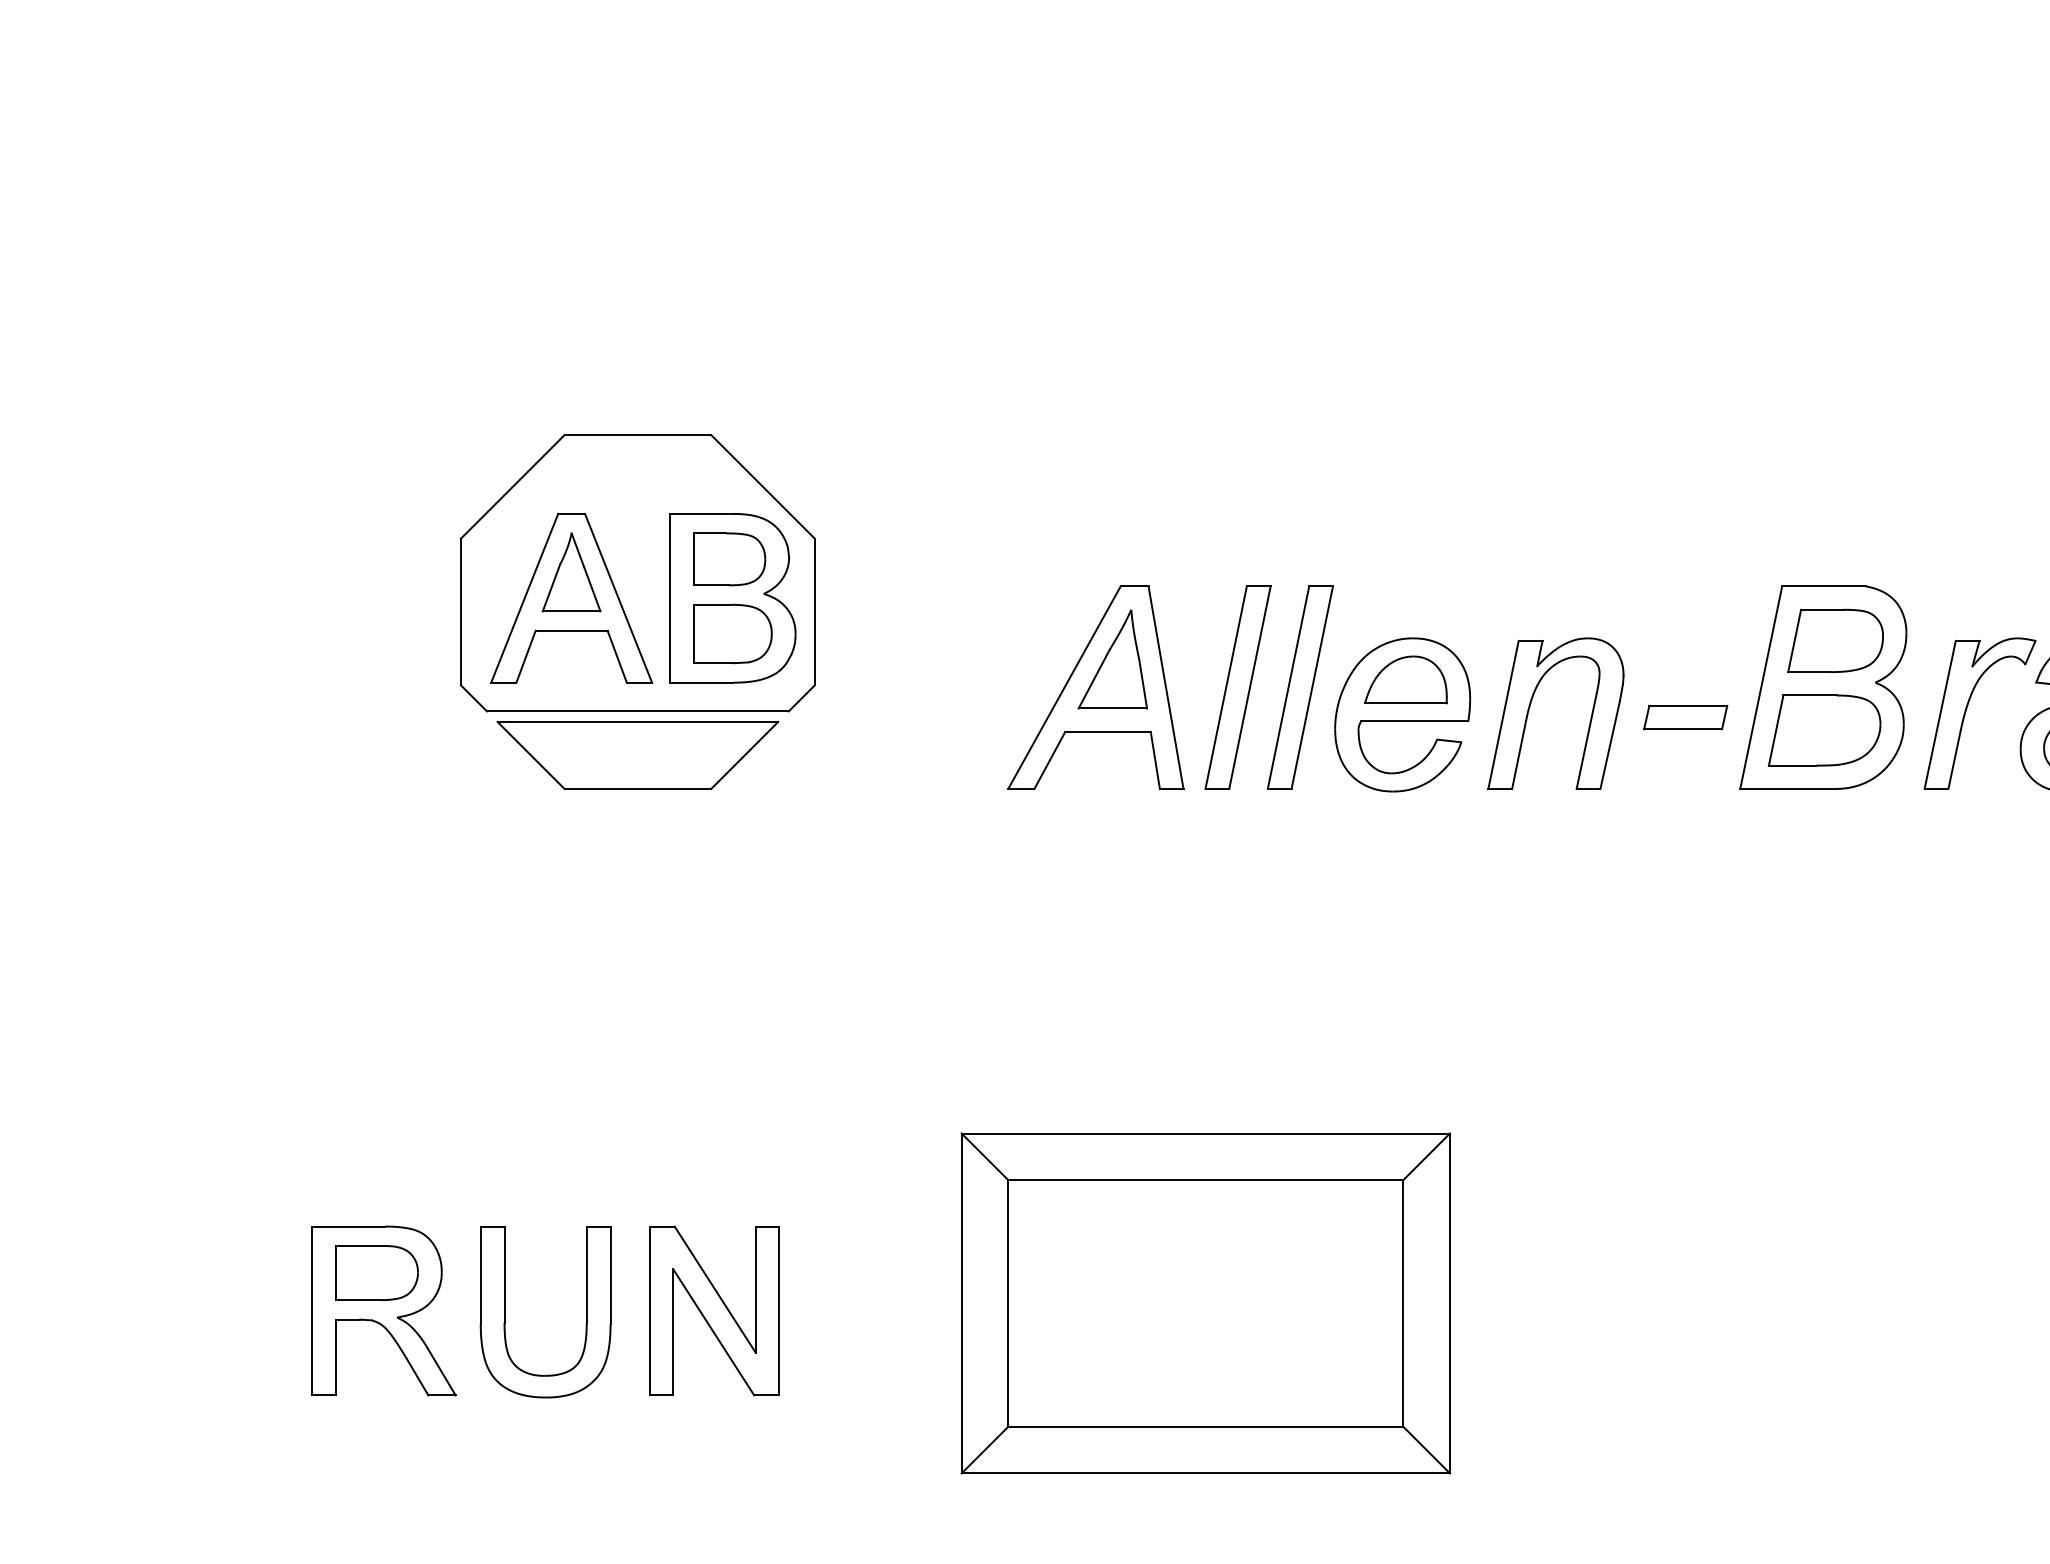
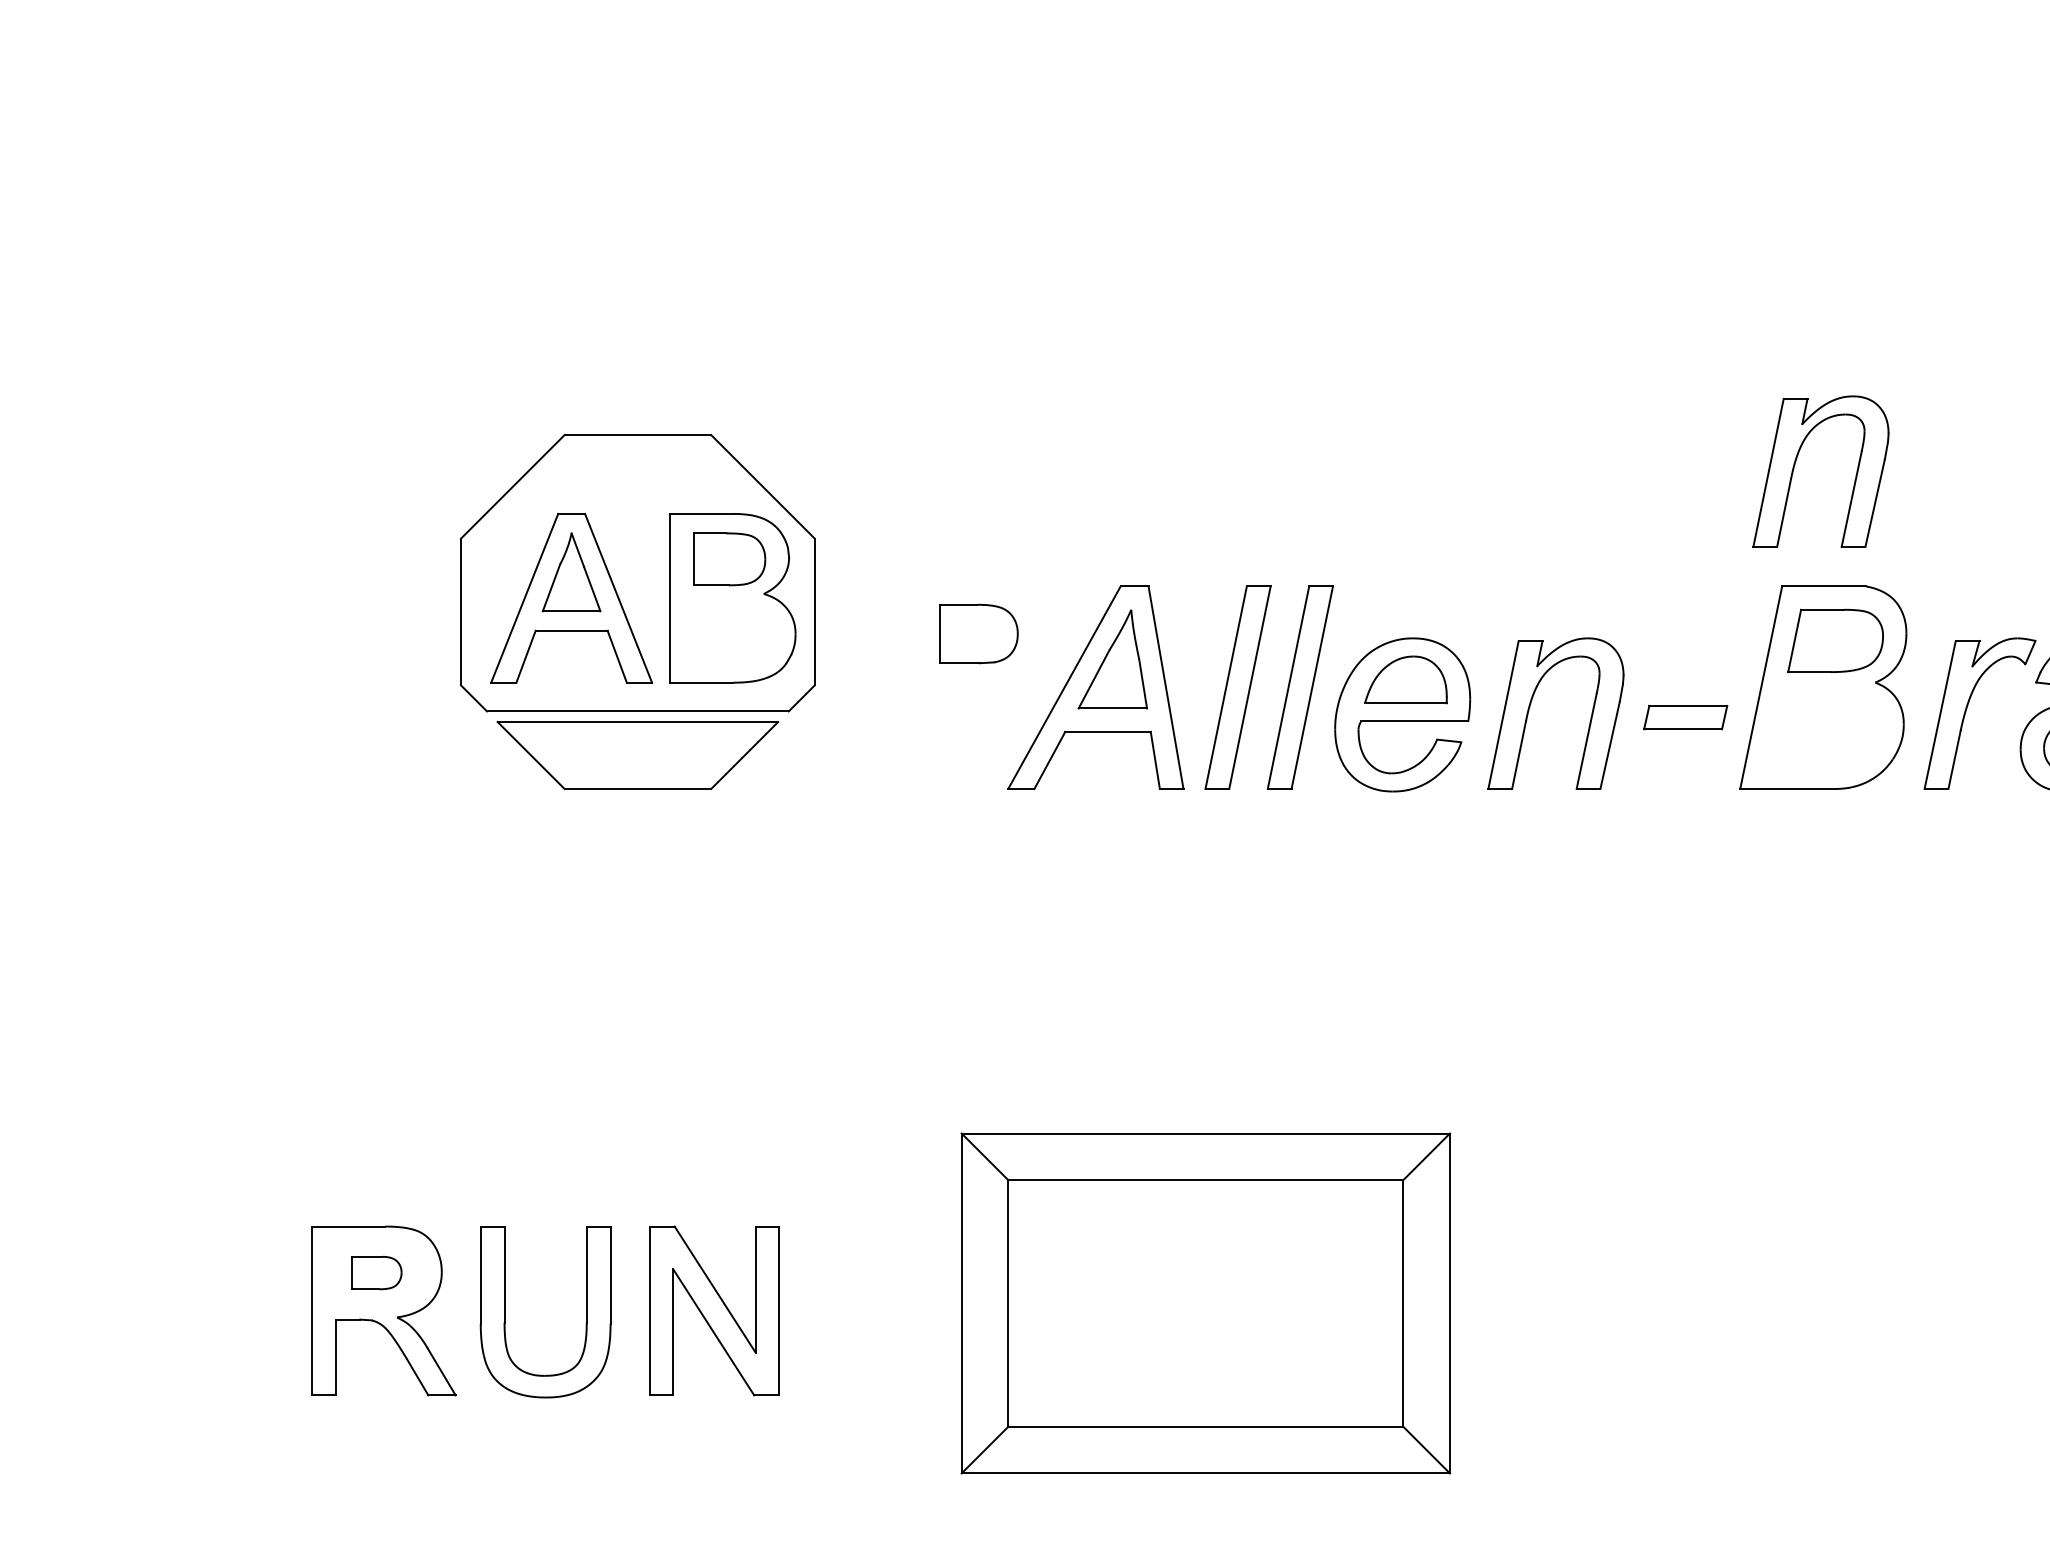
part at (1795, 465): none -> present
part at (732, 633) position: (732, 633) -> (978, 633)
part at (1824, 730): present -> none
part at (376, 1272) size: 84x56 px -> 52x35 px
